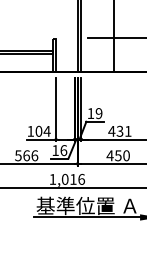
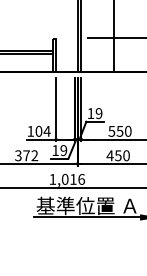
text at (119, 130): 431 -> 550
text at (63, 150): 16 -> 19
text at (26, 155): 566 -> 372
